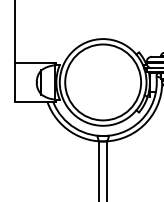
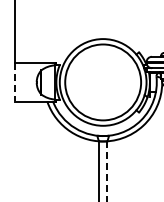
line at (15, 82): solid -> dashed
line at (107, 171): solid -> dashed
